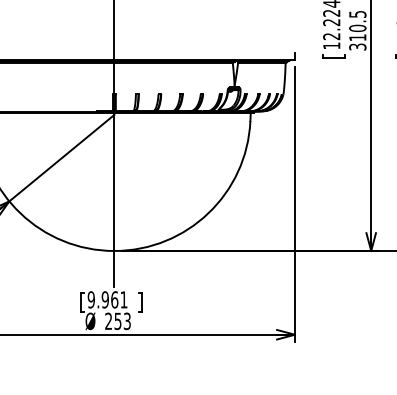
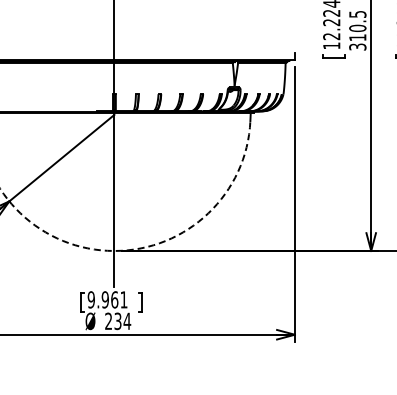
arc at (150, 246): solid -> dashed
text at (122, 321): 253 -> 234
